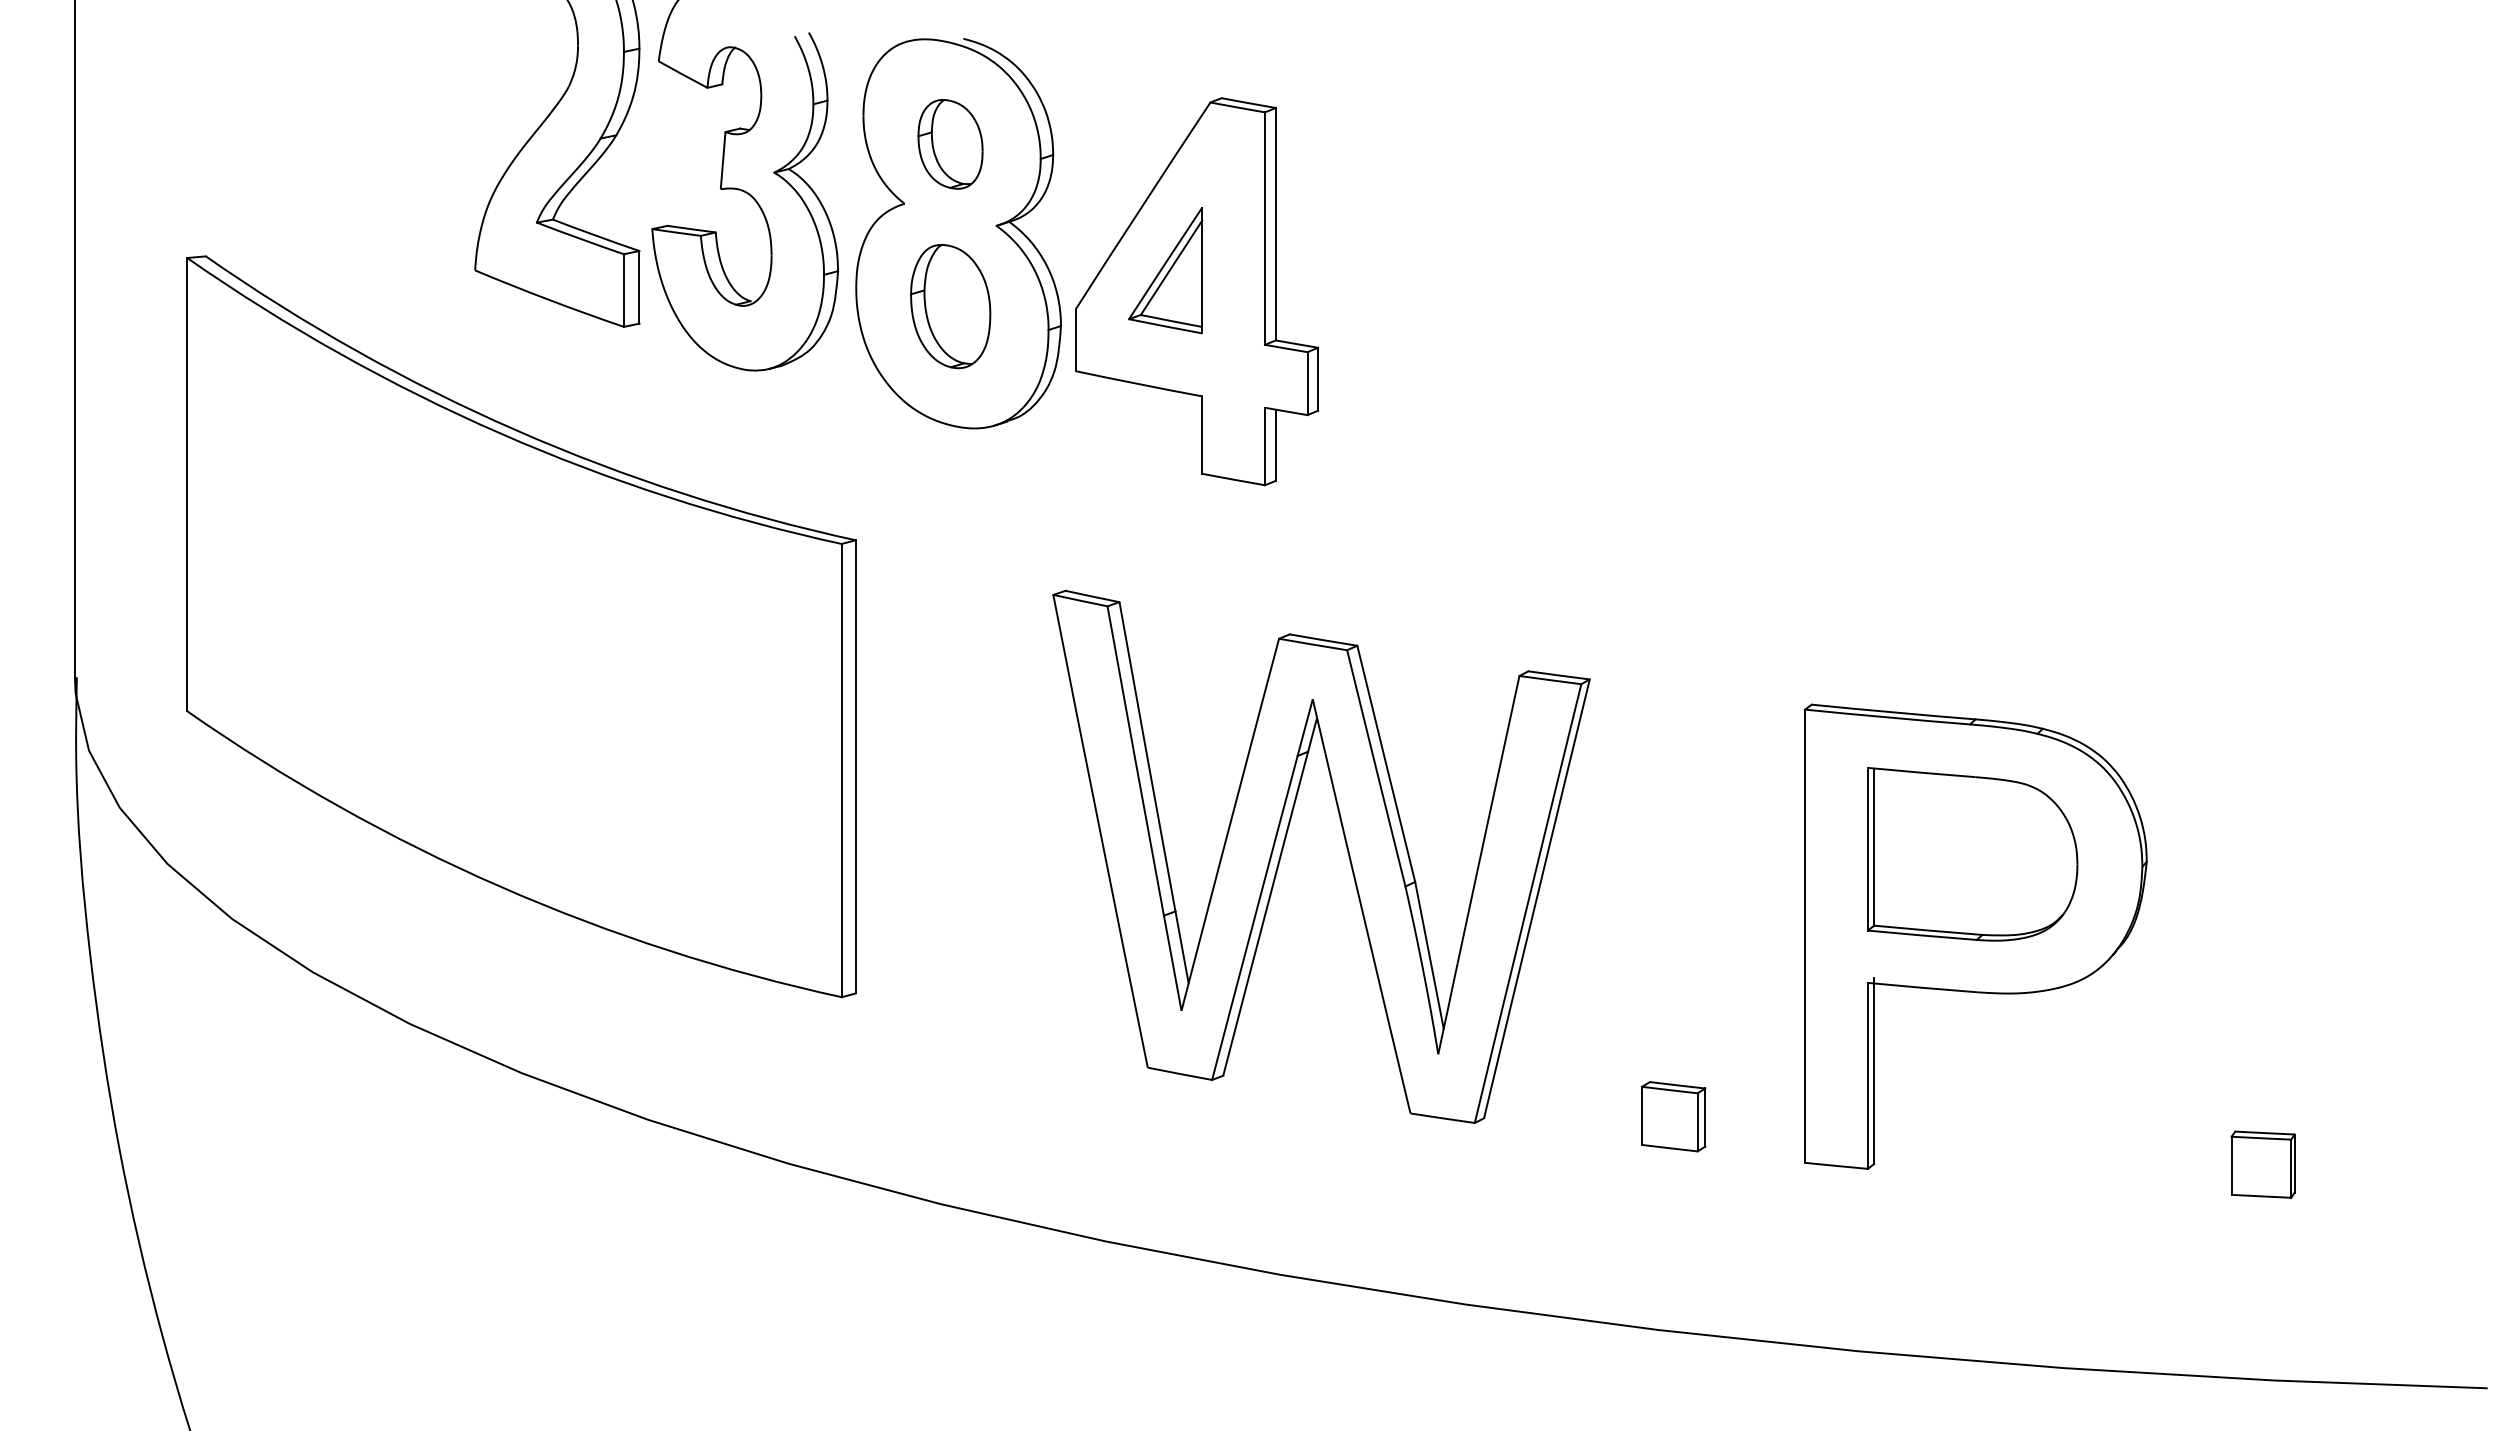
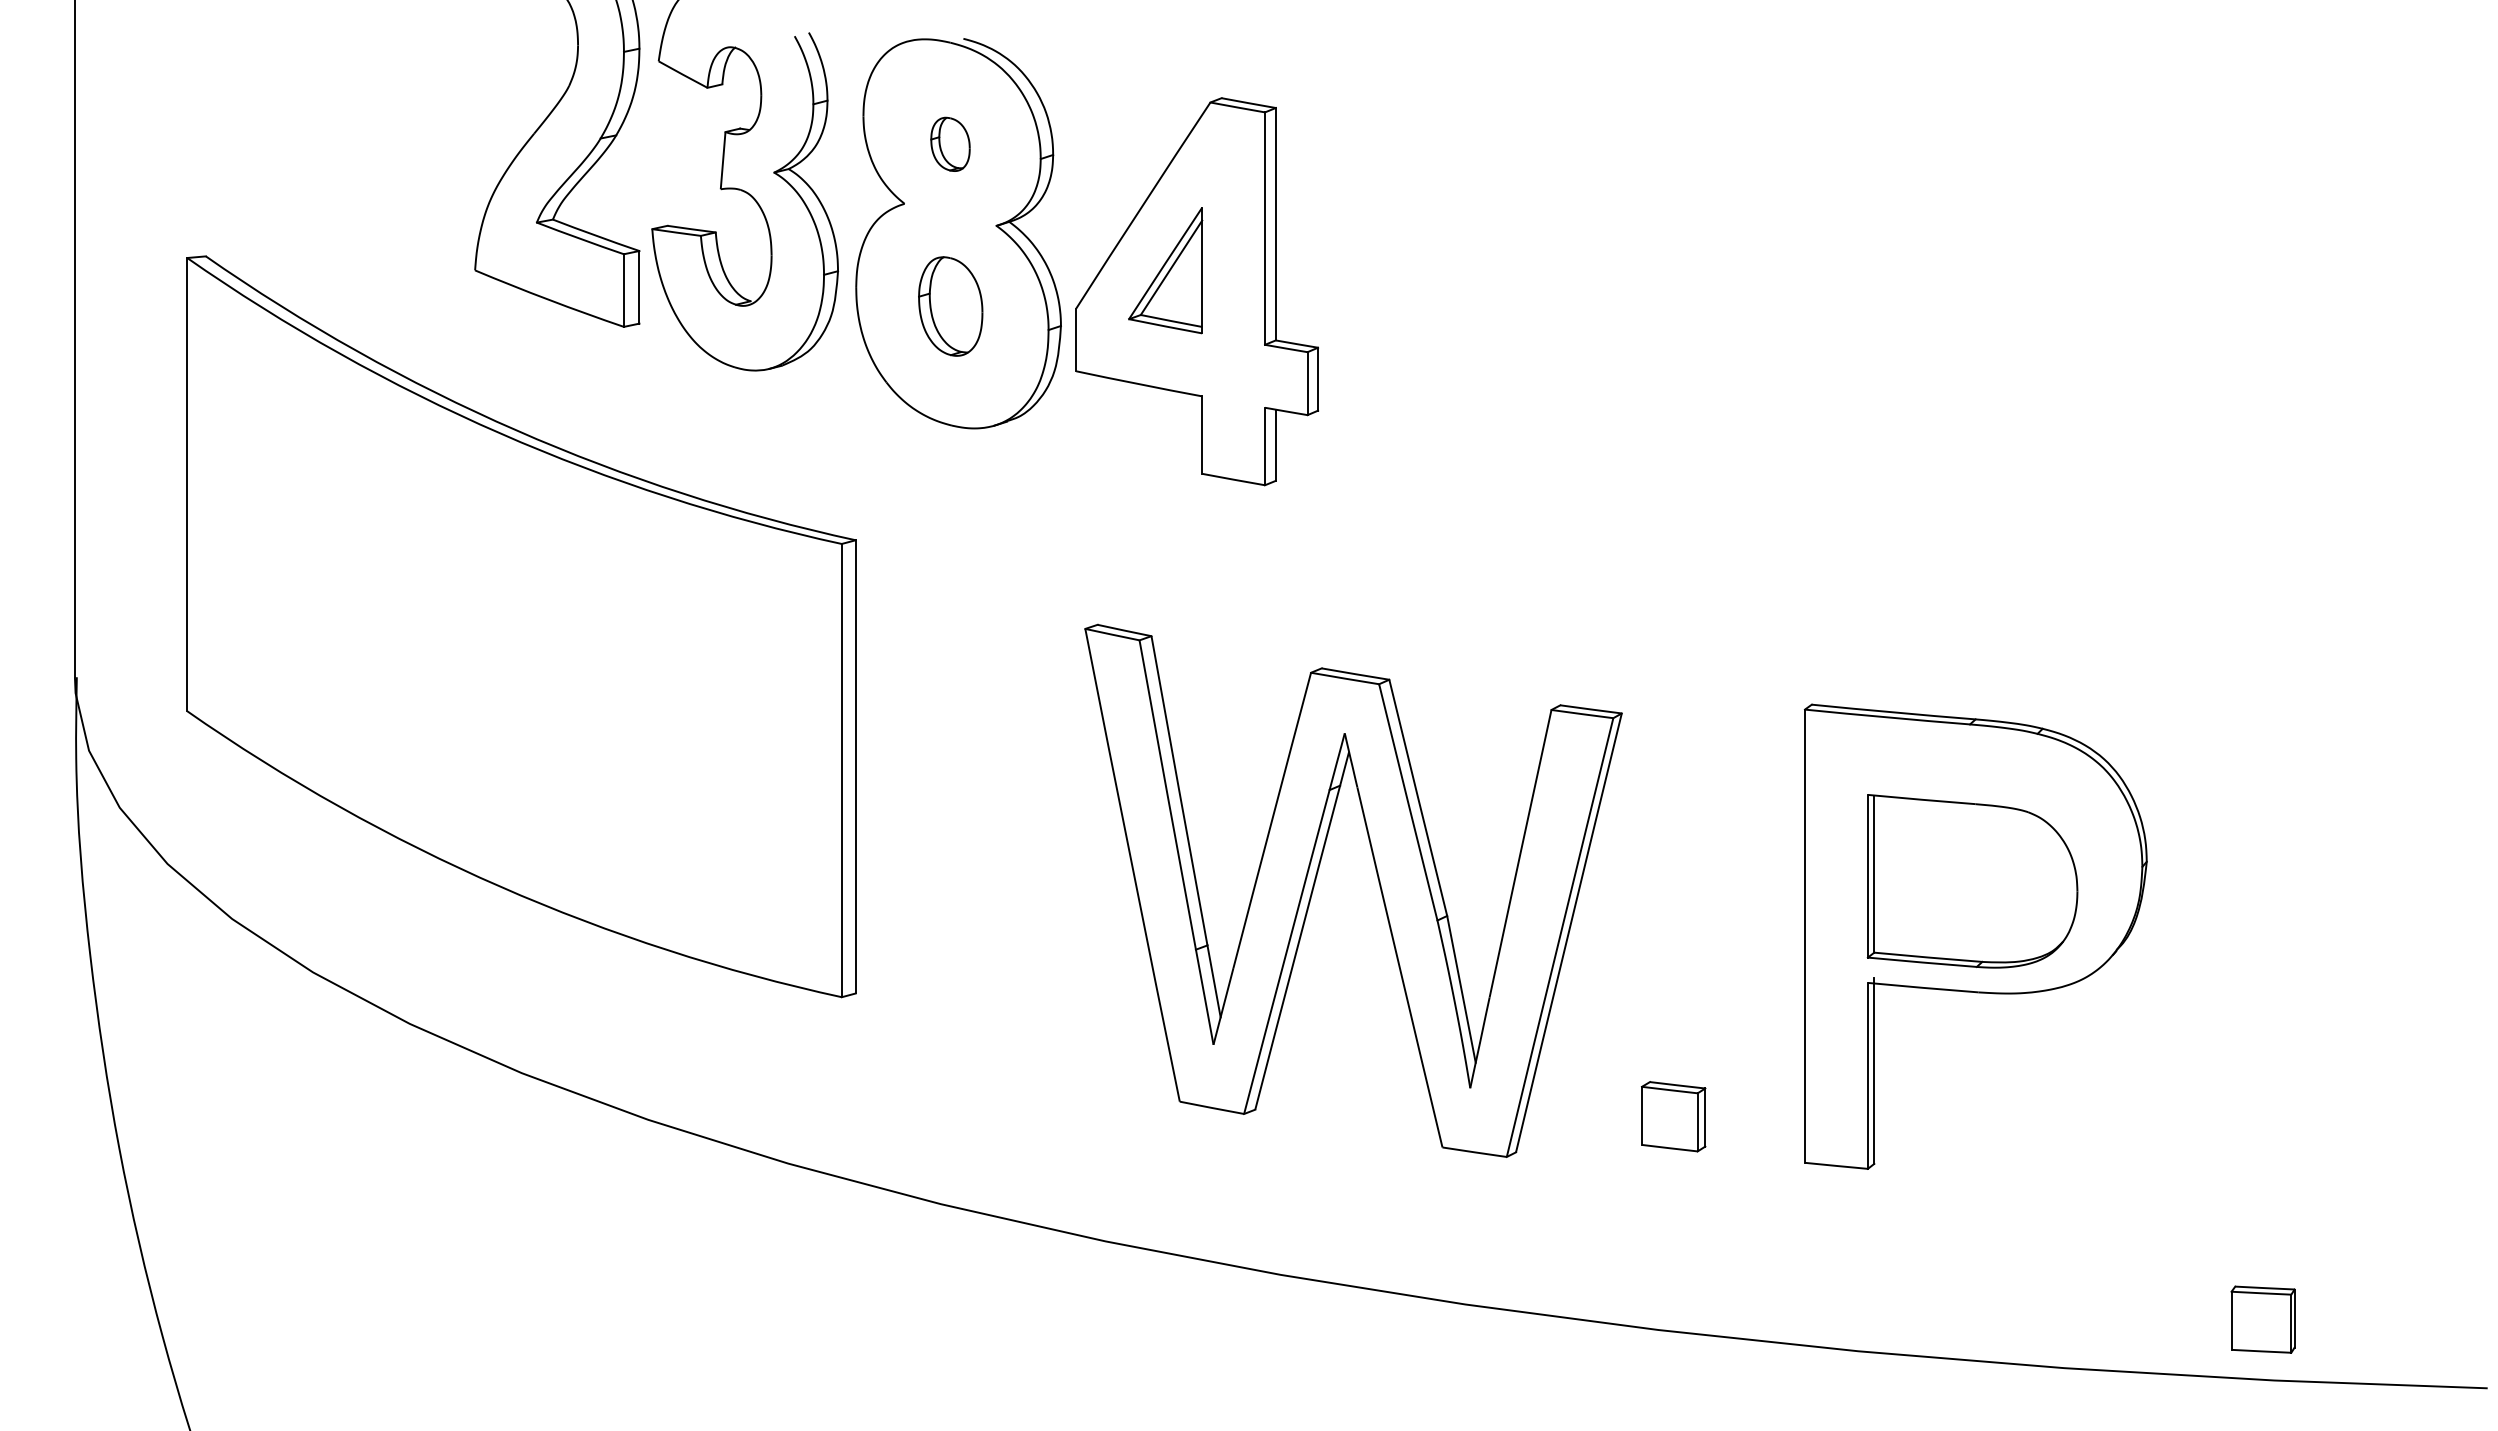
part at (950, 144) size: 67x91 px -> 41x56 px
part at (950, 306) size: 82x127 px -> 66x101 px
part at (1347, 853) position: (1347, 853) -> (1379, 887)
part at (1972, 854) position: (1972, 854) -> (1972, 881)
part at (2262, 1164) position: (2262, 1164) -> (2262, 1319)
